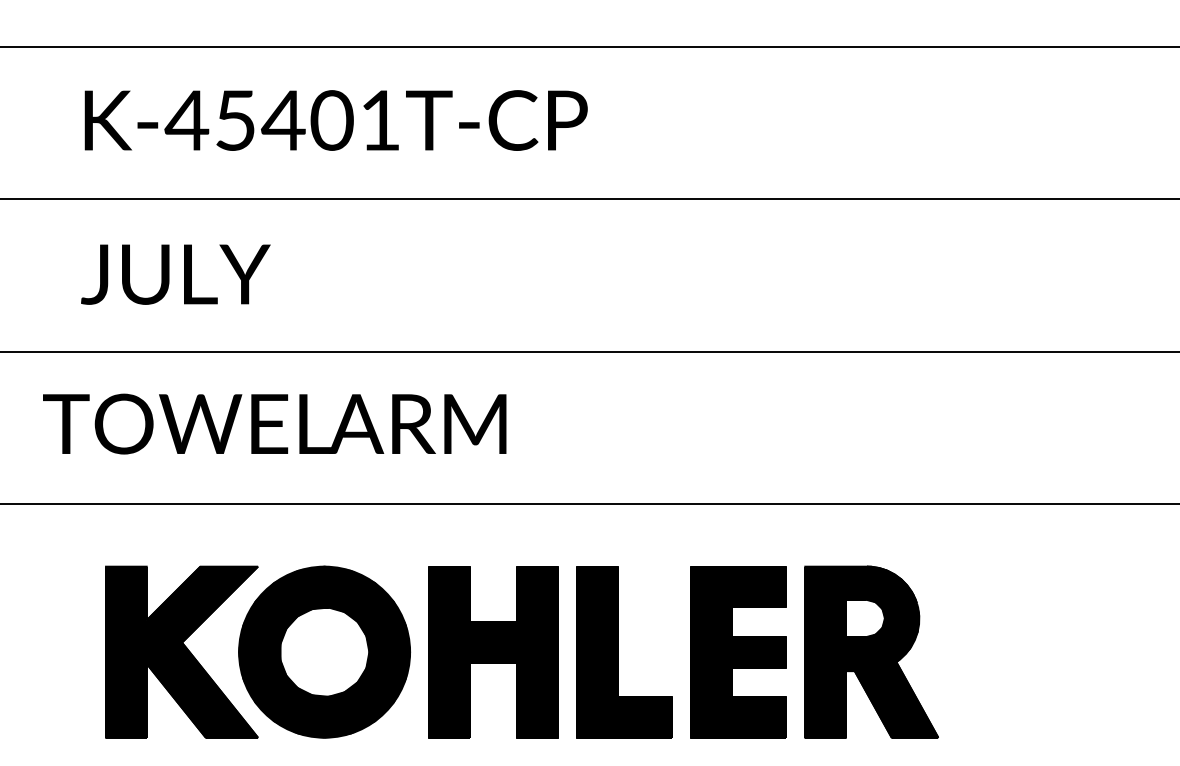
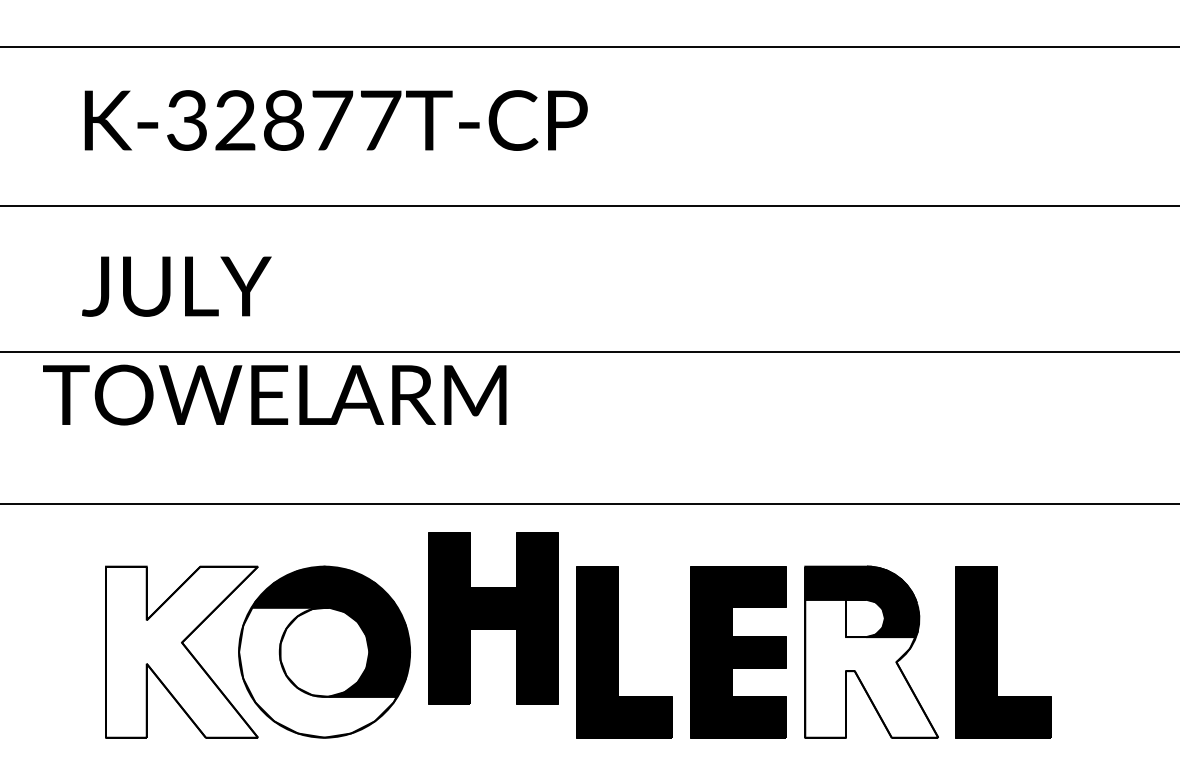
text at (282, 120): K-45401T-CP -> K-32877T-CP
line at (589, 199) position: (589, 199) -> (589, 206)
text at (175, 274) position: (175, 274) -> (176, 286)
text at (274, 423) position: (274, 423) -> (274, 394)
fill at (182, 651): present -> none
part at (493, 652) position: (493, 652) -> (493, 618)
part at (1003, 652): none -> present
fill at (871, 668): present -> none
fill at (317, 672): present -> none
